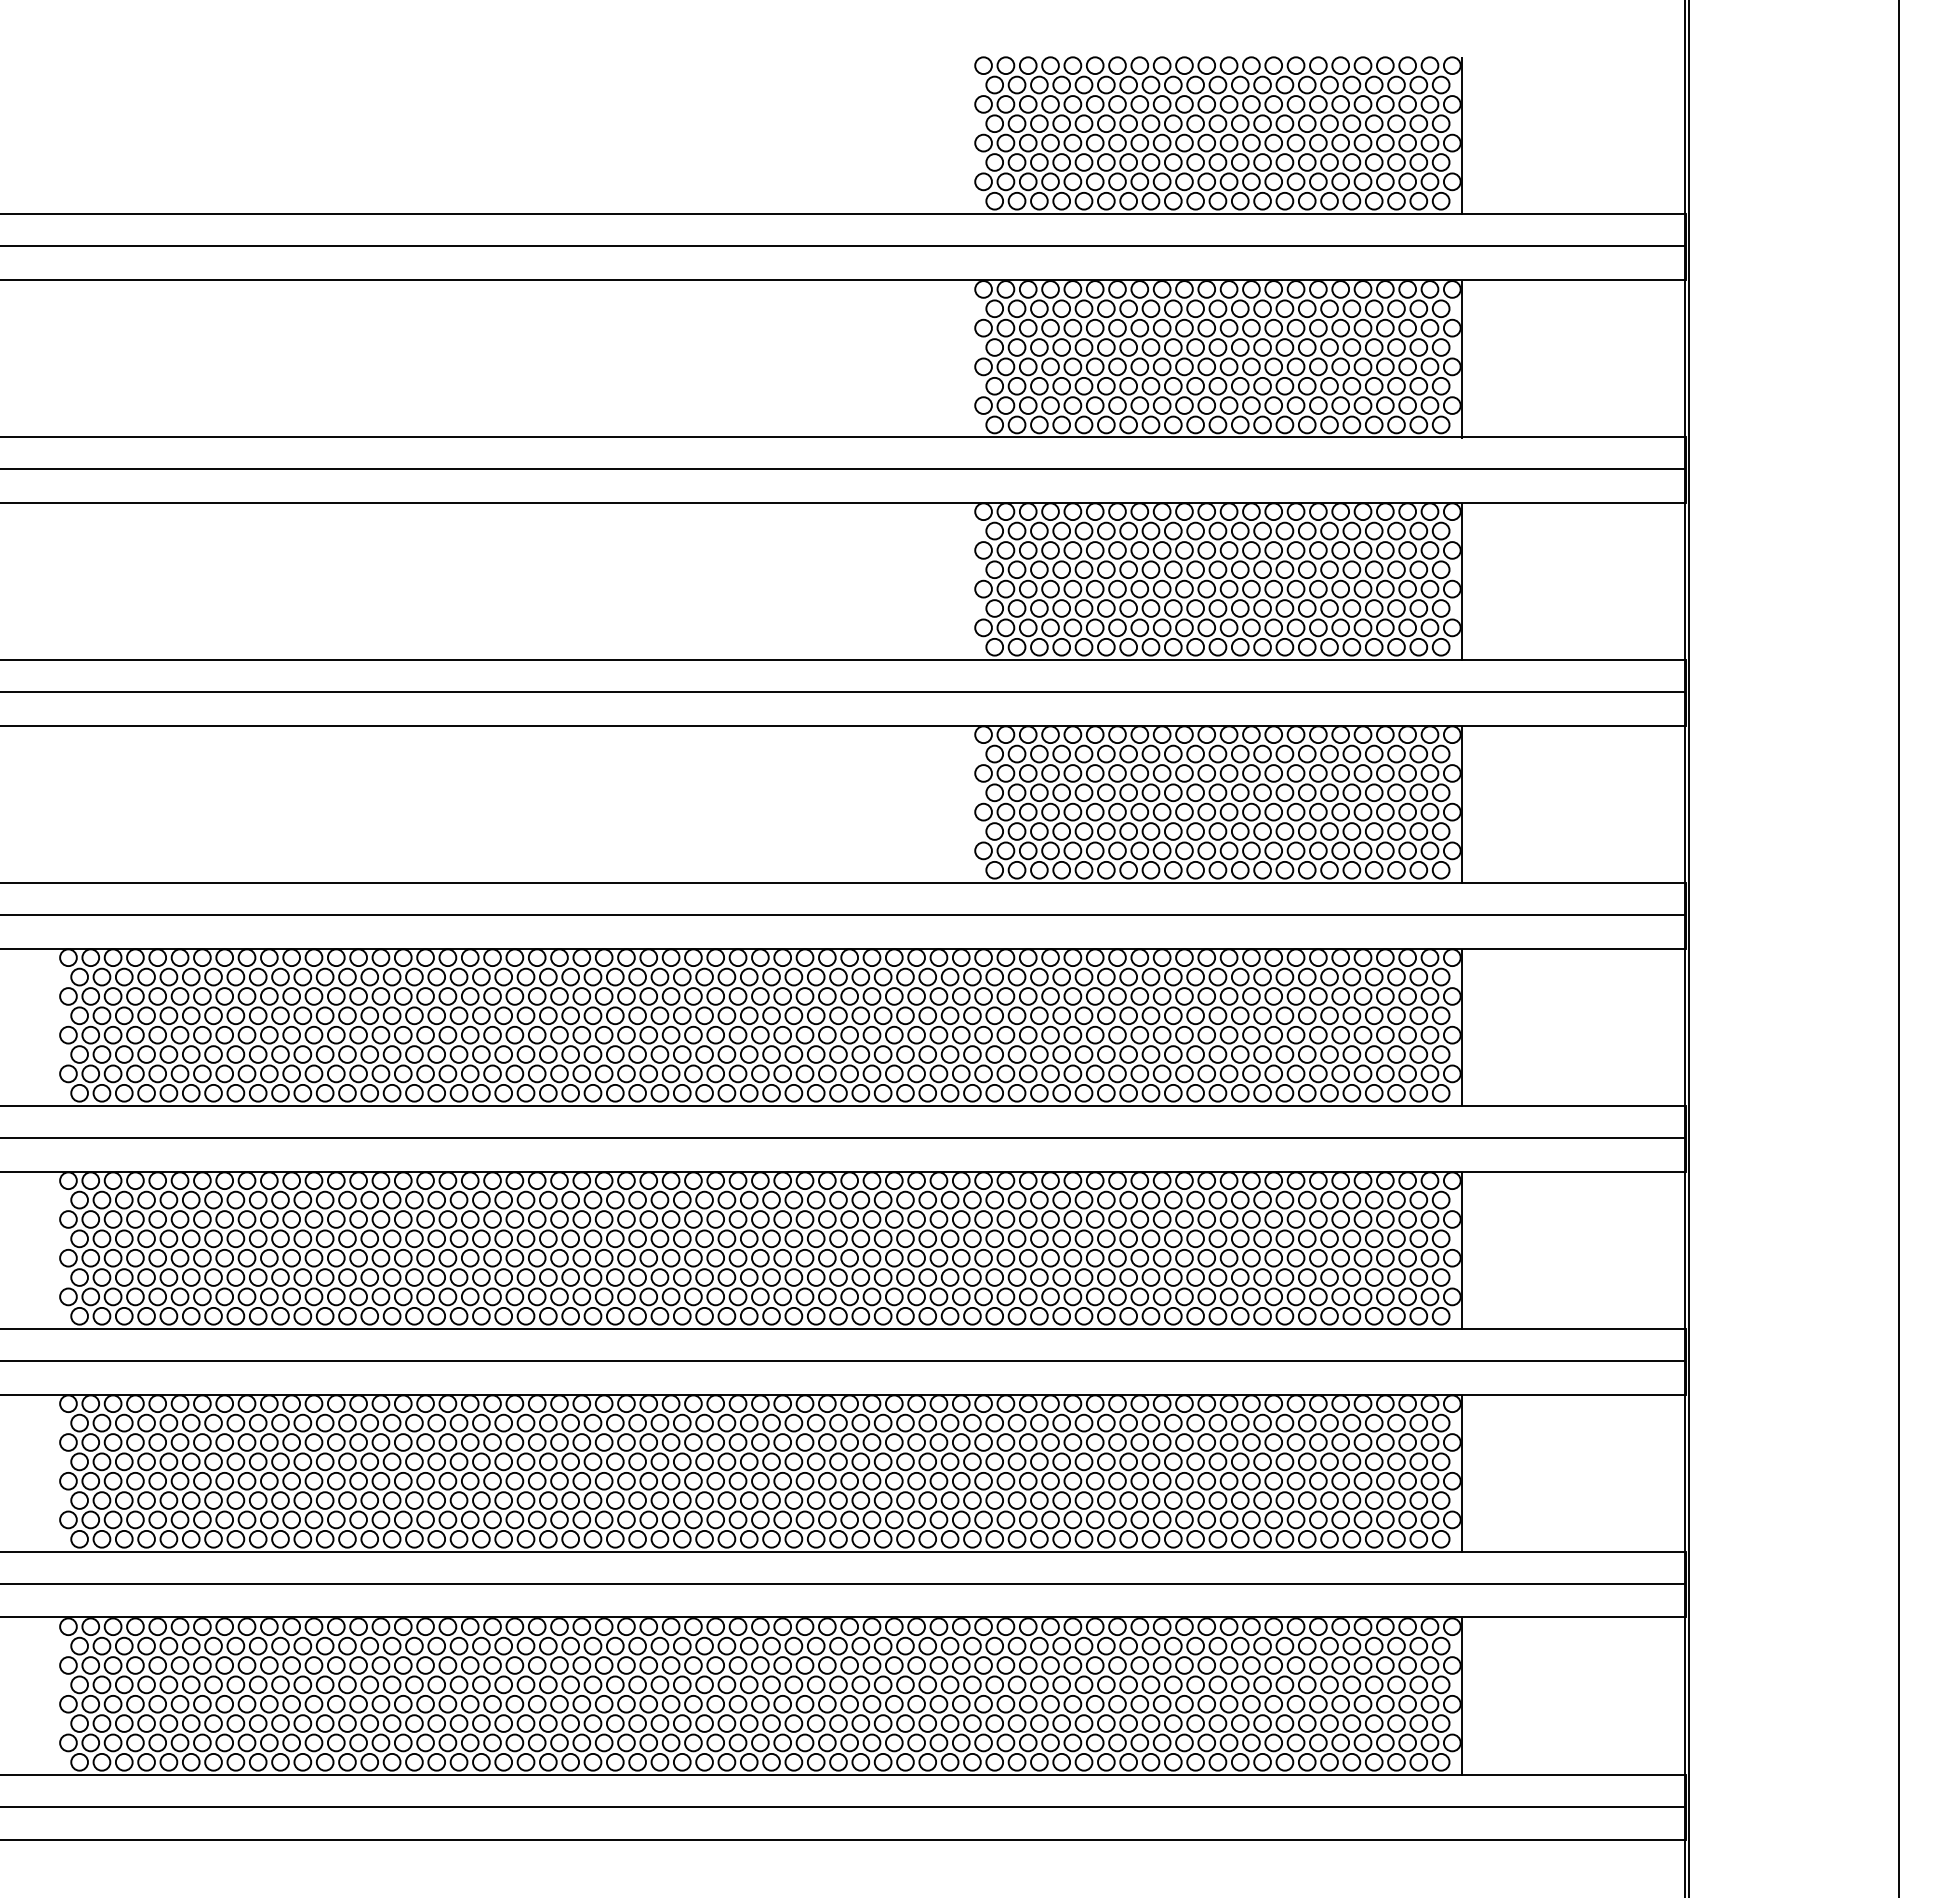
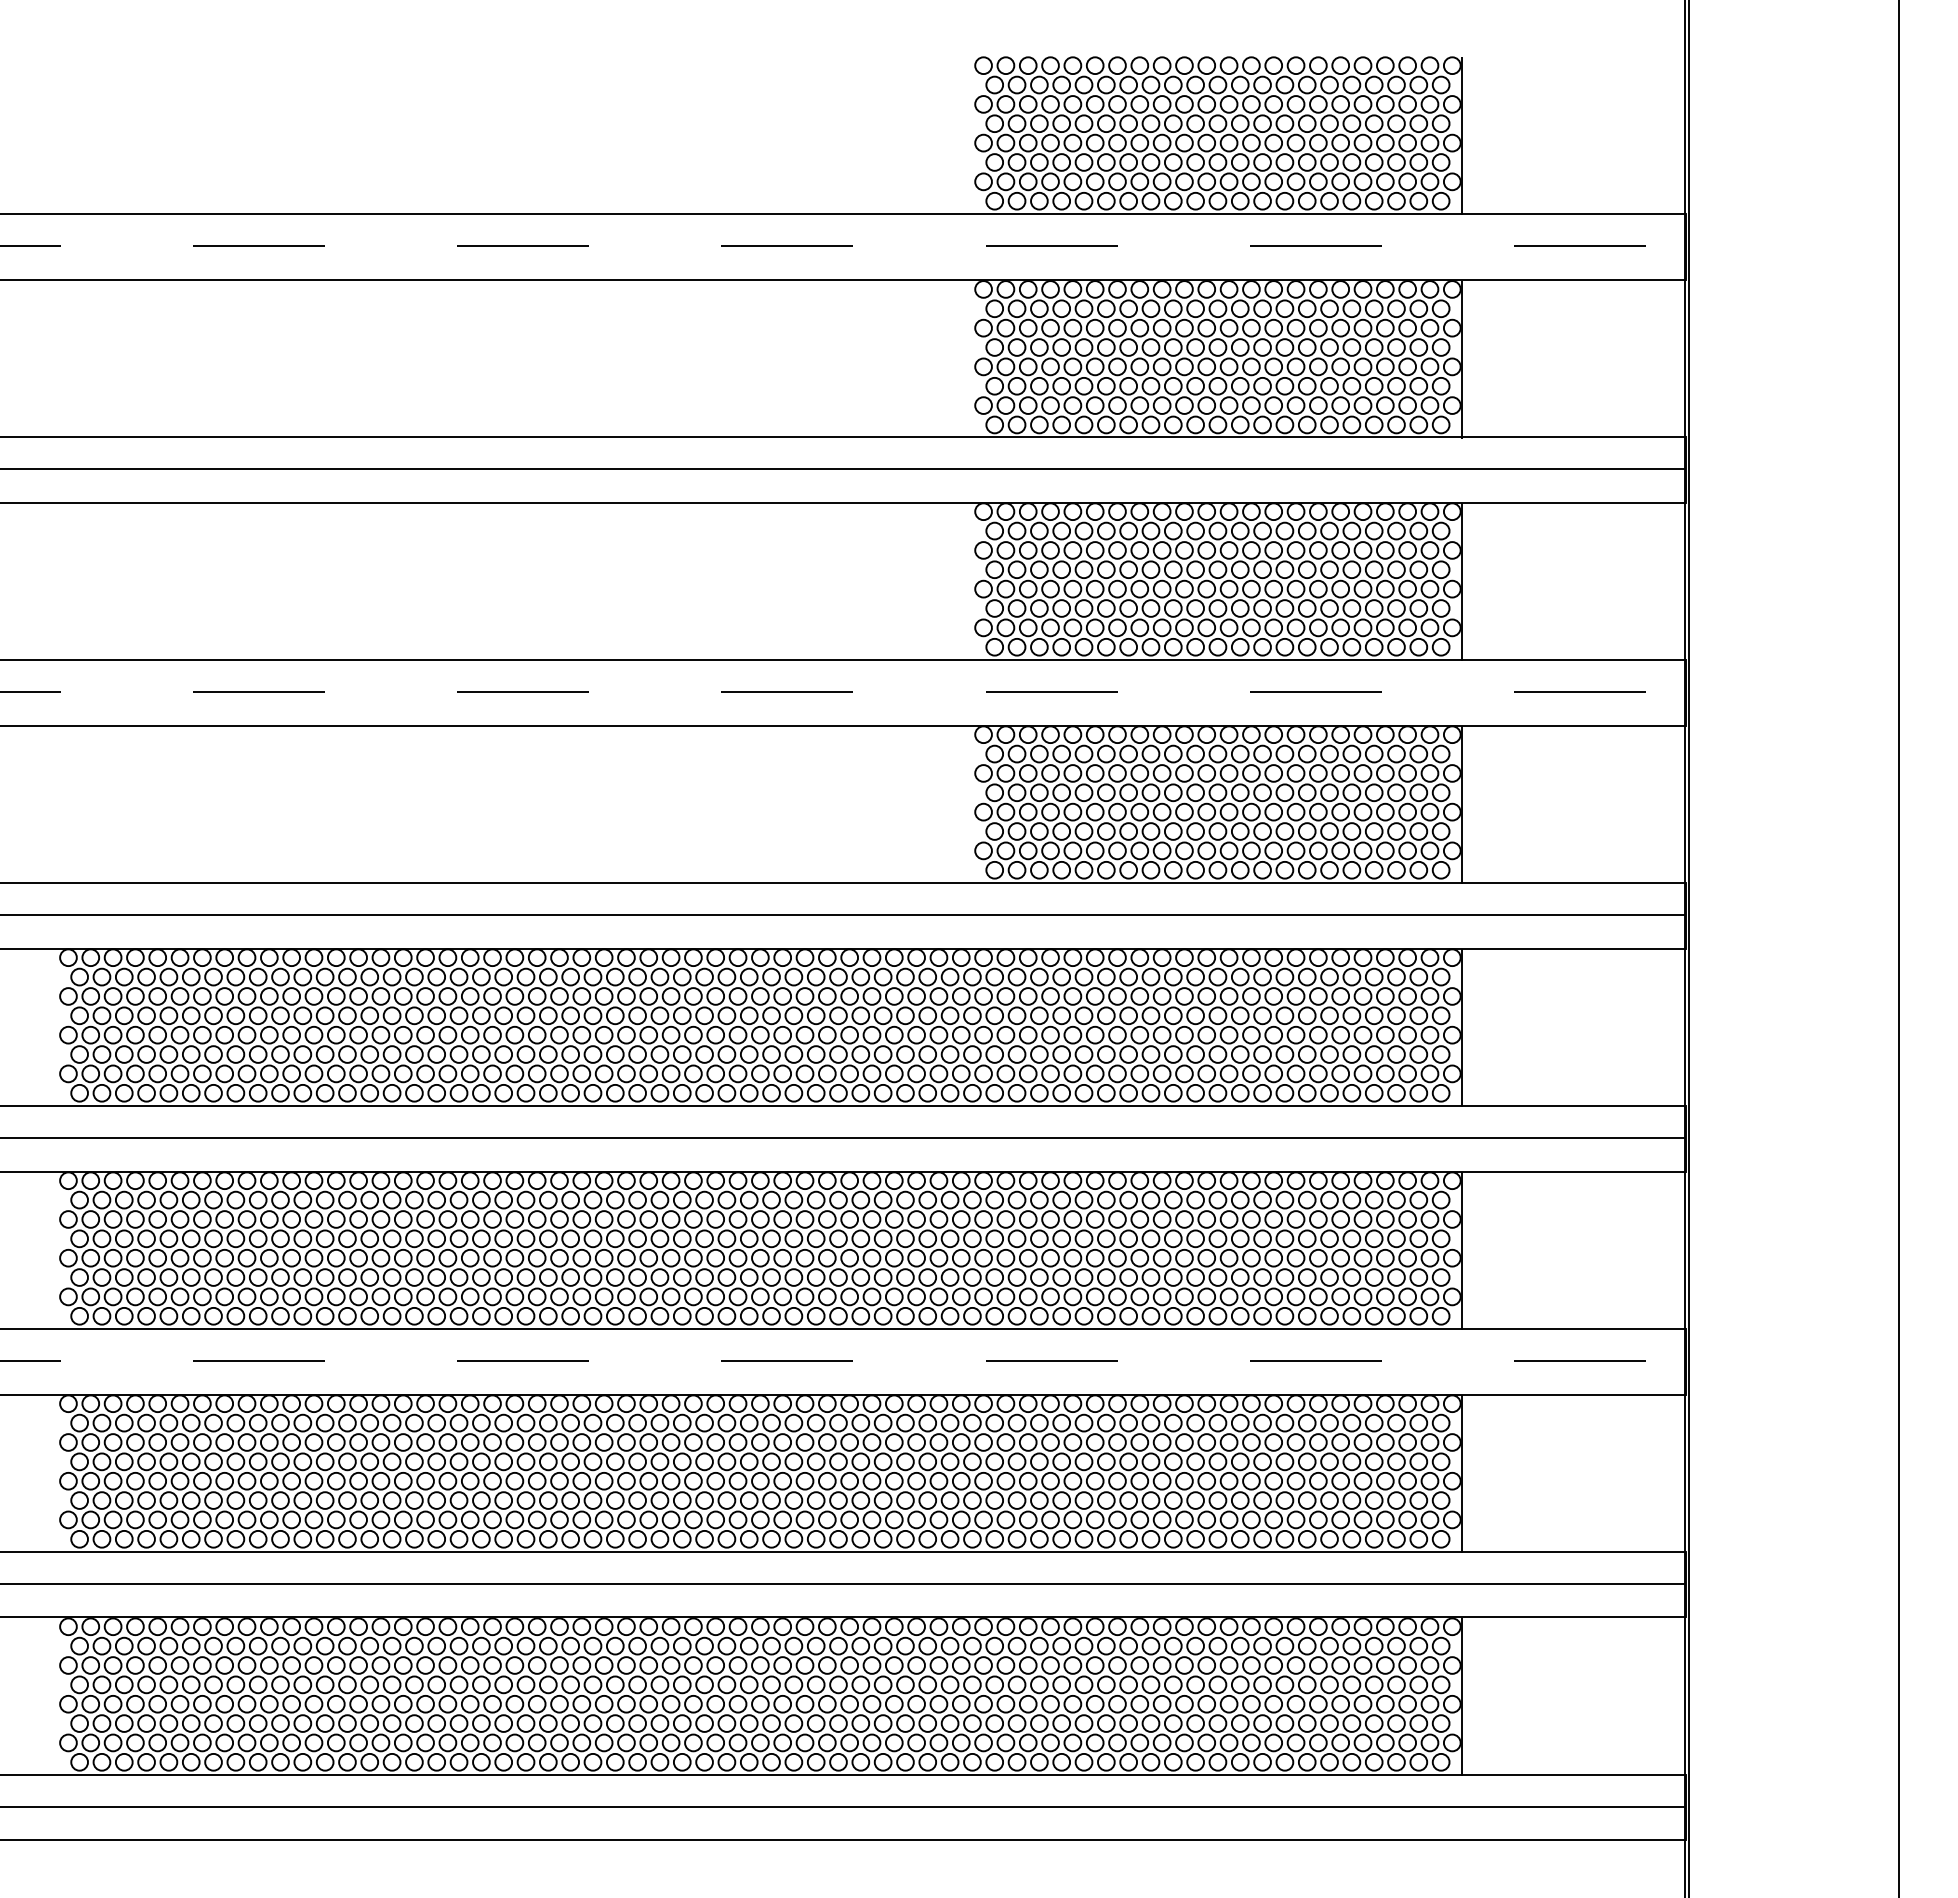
line at (843, 246): solid -> dashed
line at (843, 692): solid -> dashed
line at (843, 1361): solid -> dashed
